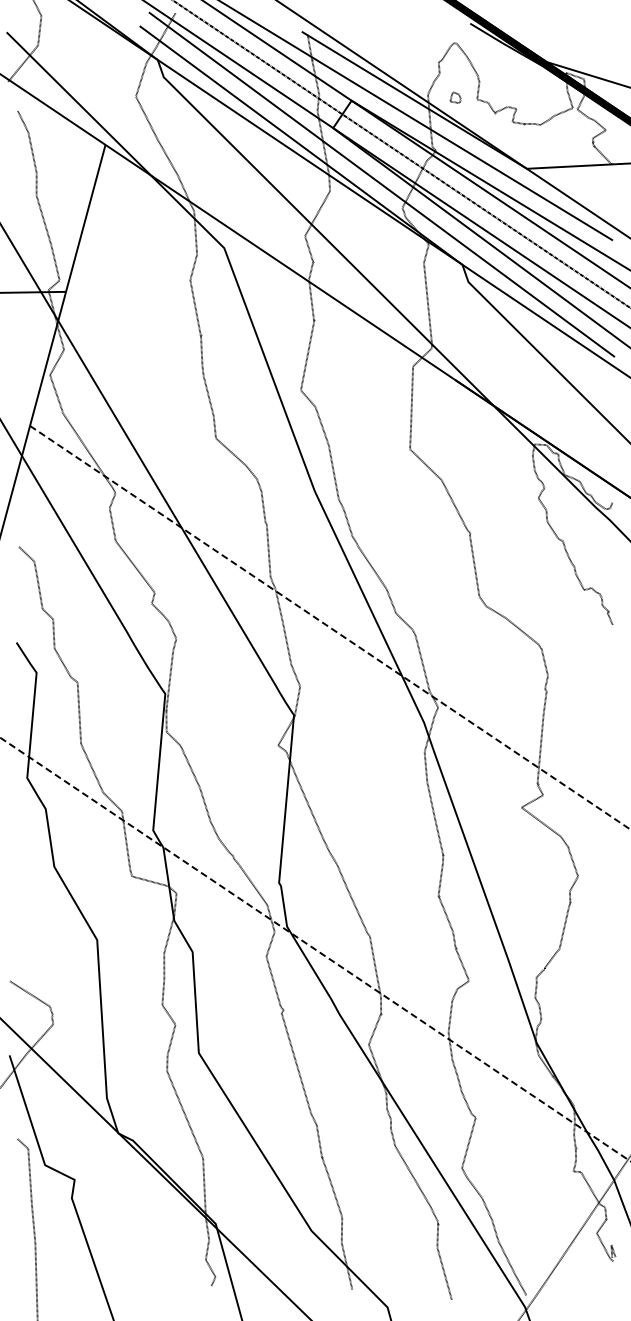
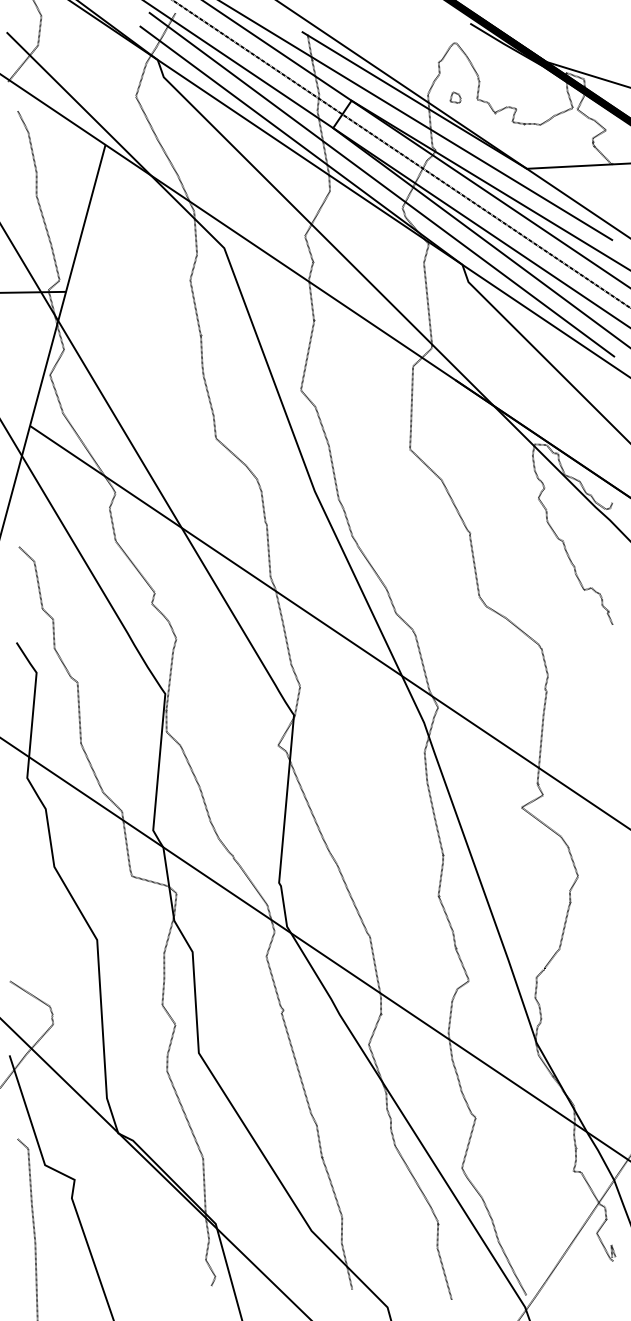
line at (330, 627): dashed -> solid
line at (315, 949): dashed -> solid
